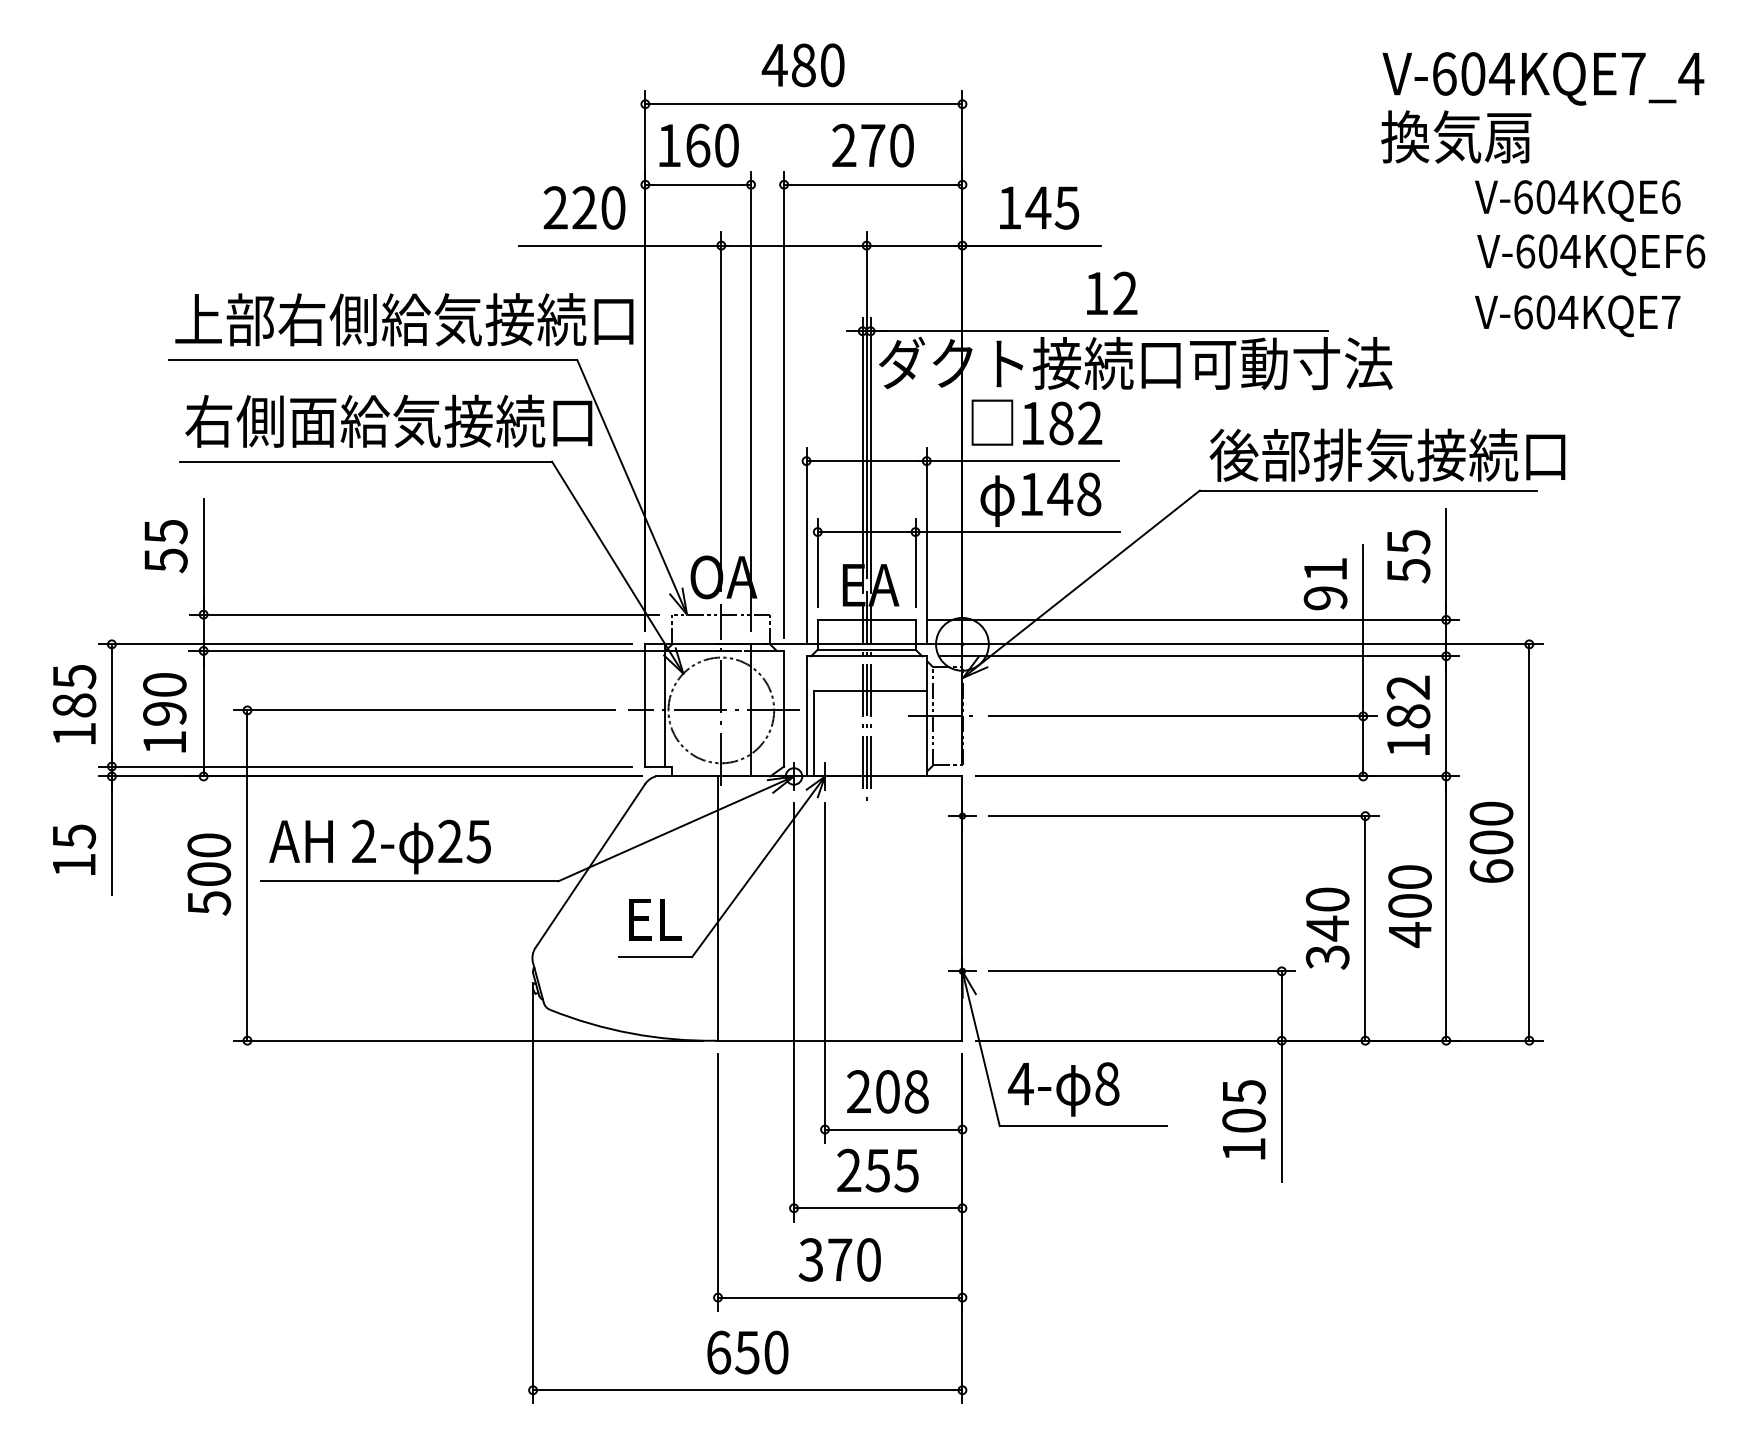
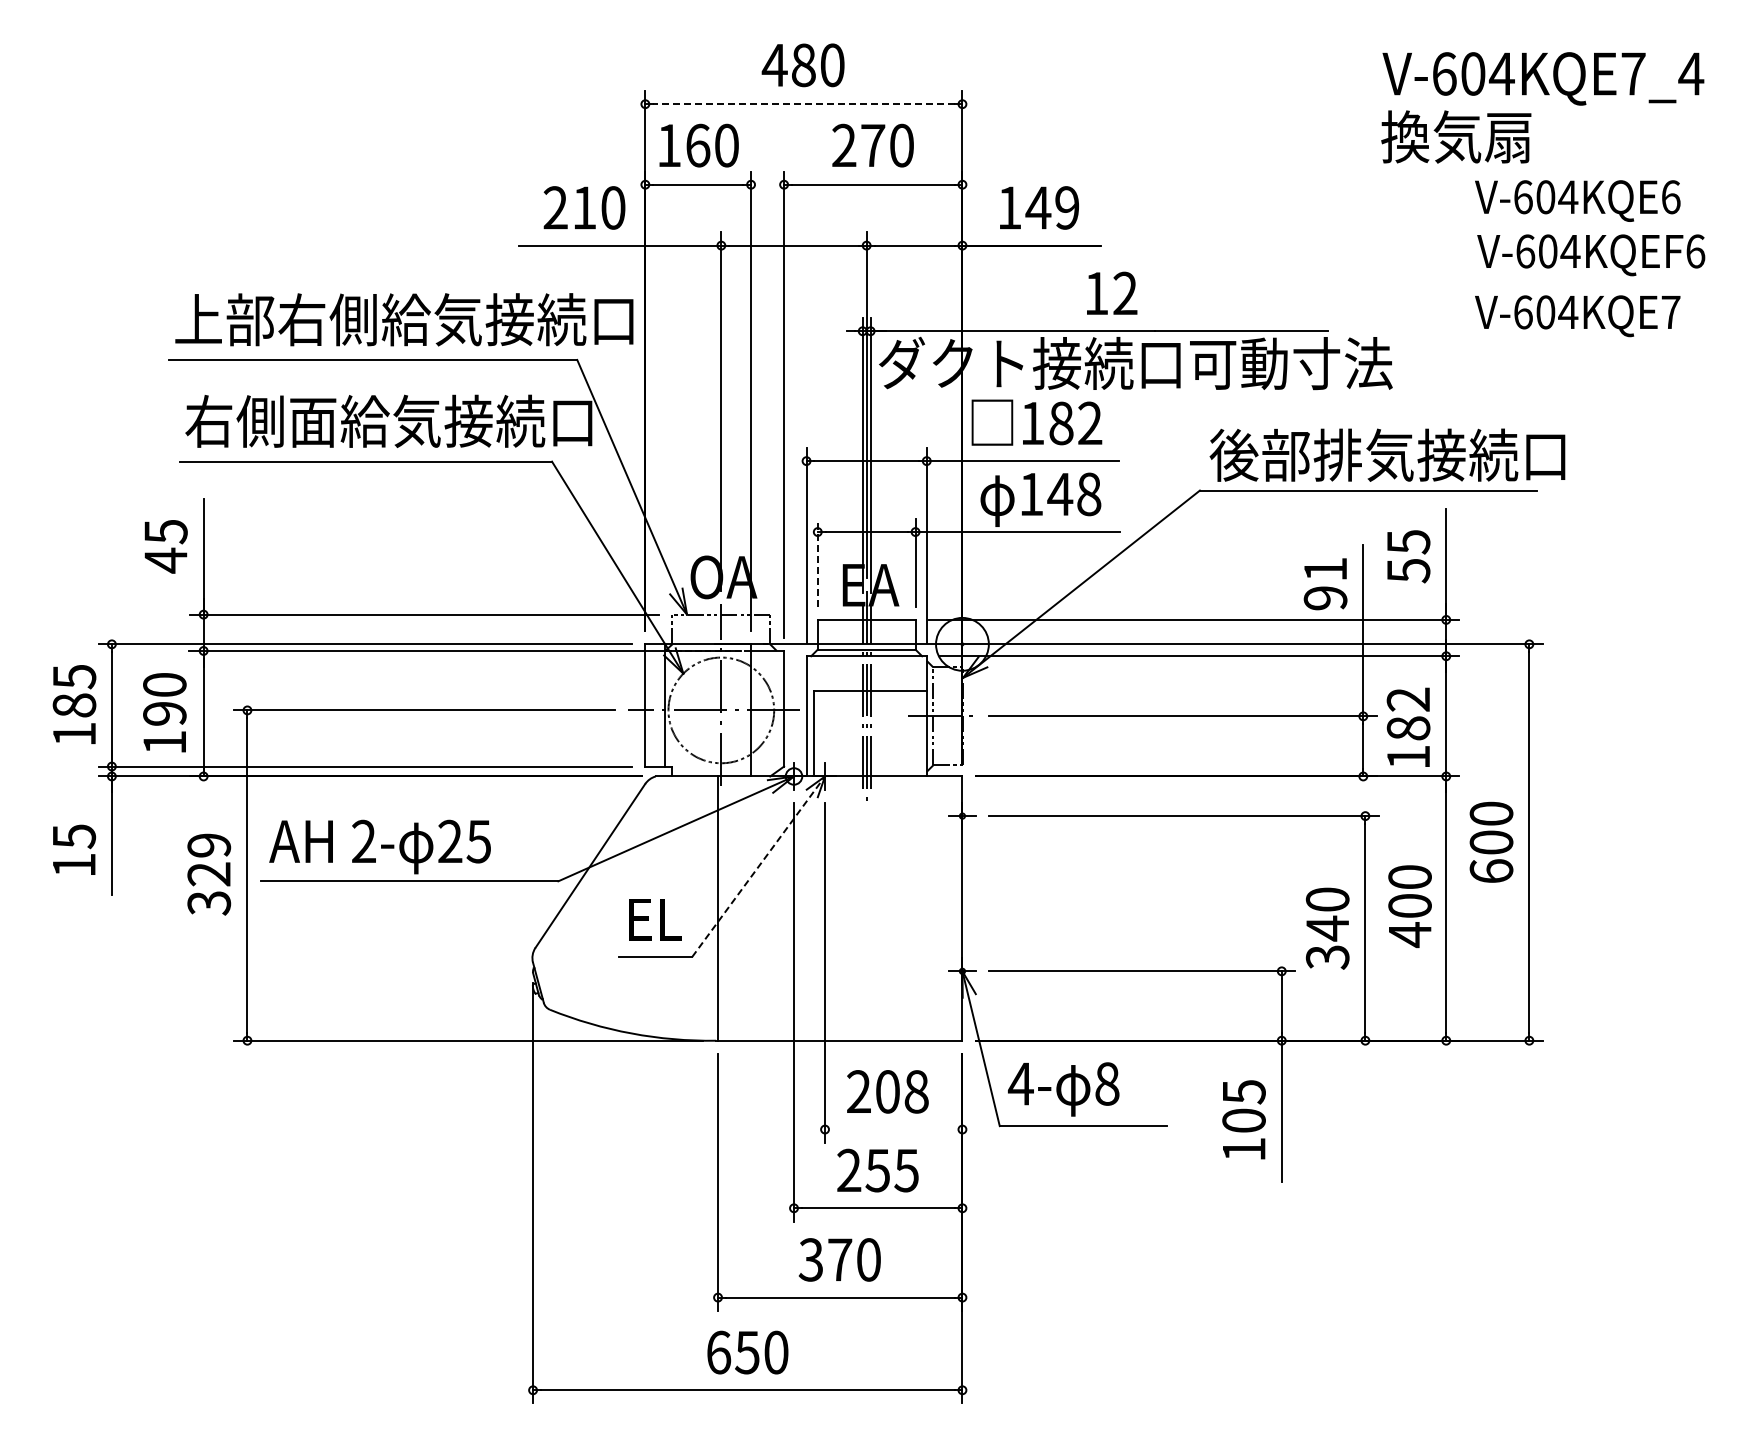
line at (803, 104): solid -> dashed
text at (584, 207): 220 -> 210
text at (1066, 207): 145 -> 149
text at (165, 560): 55 -> 45
line at (817, 562): solid -> dashed
text at (1408, 714) position: (1408, 714) -> (1408, 726)
line at (758, 866): solid -> dashed
text at (209, 874): 500 -> 329
line at (893, 1129): present -> none
